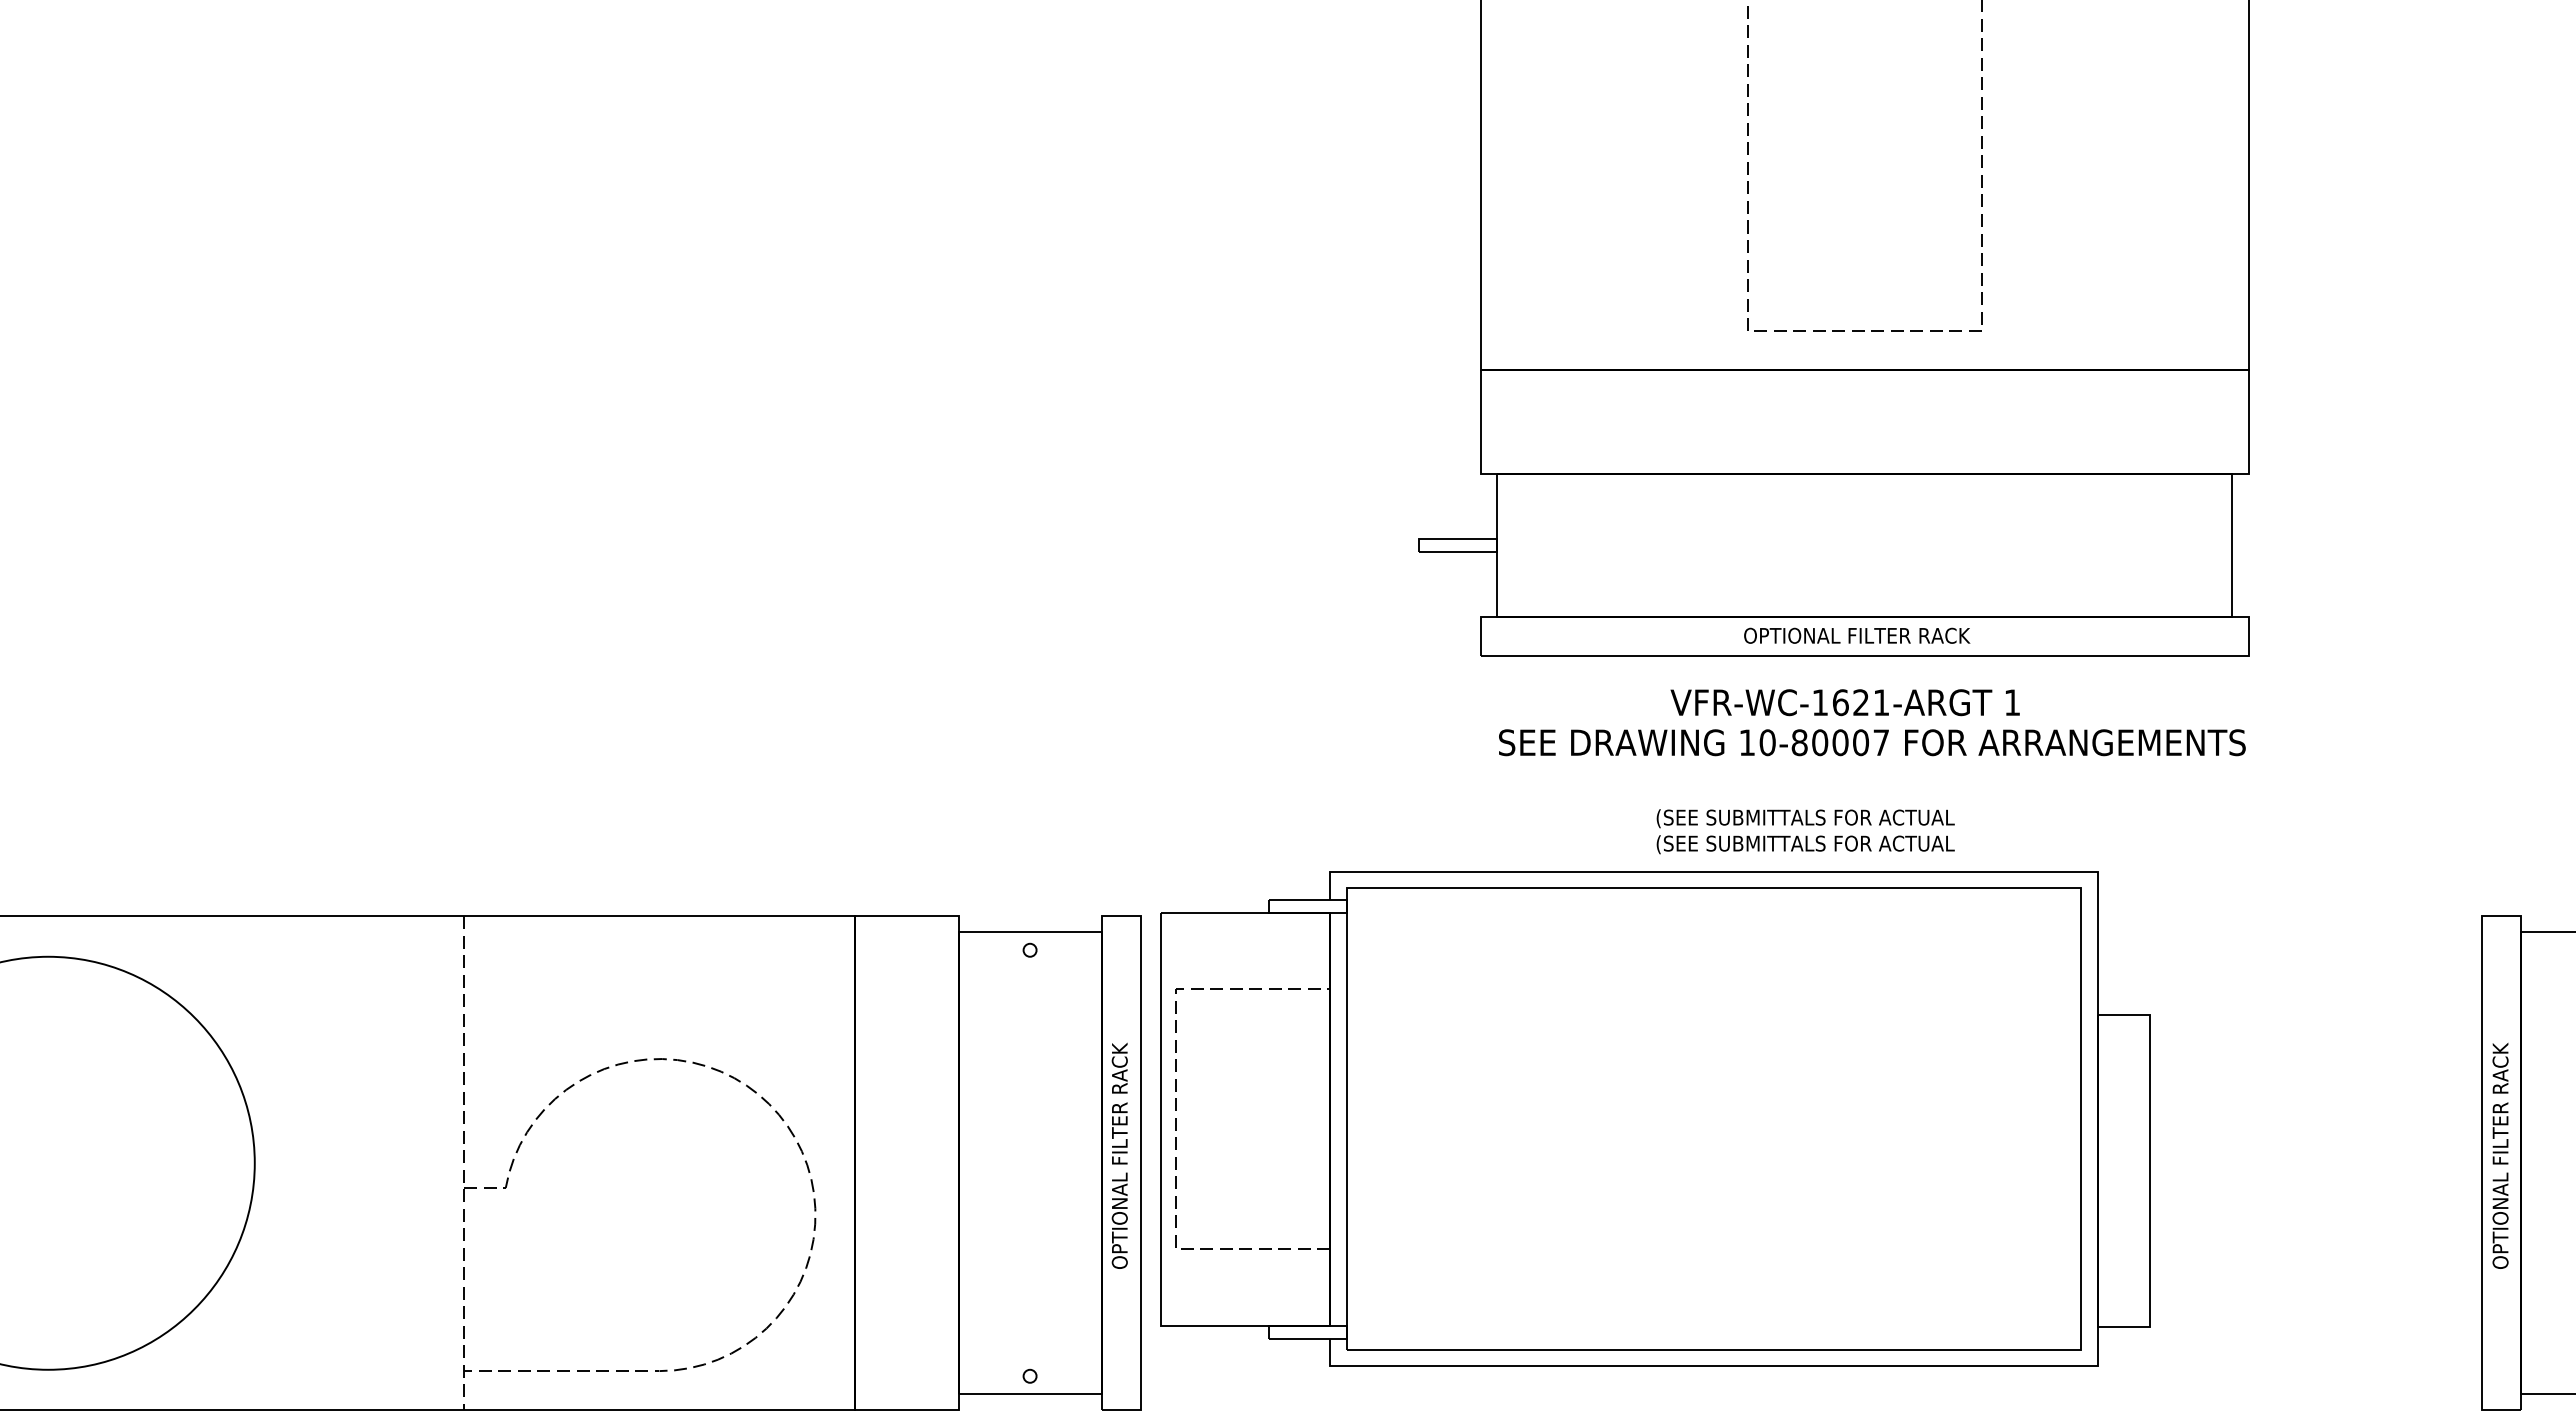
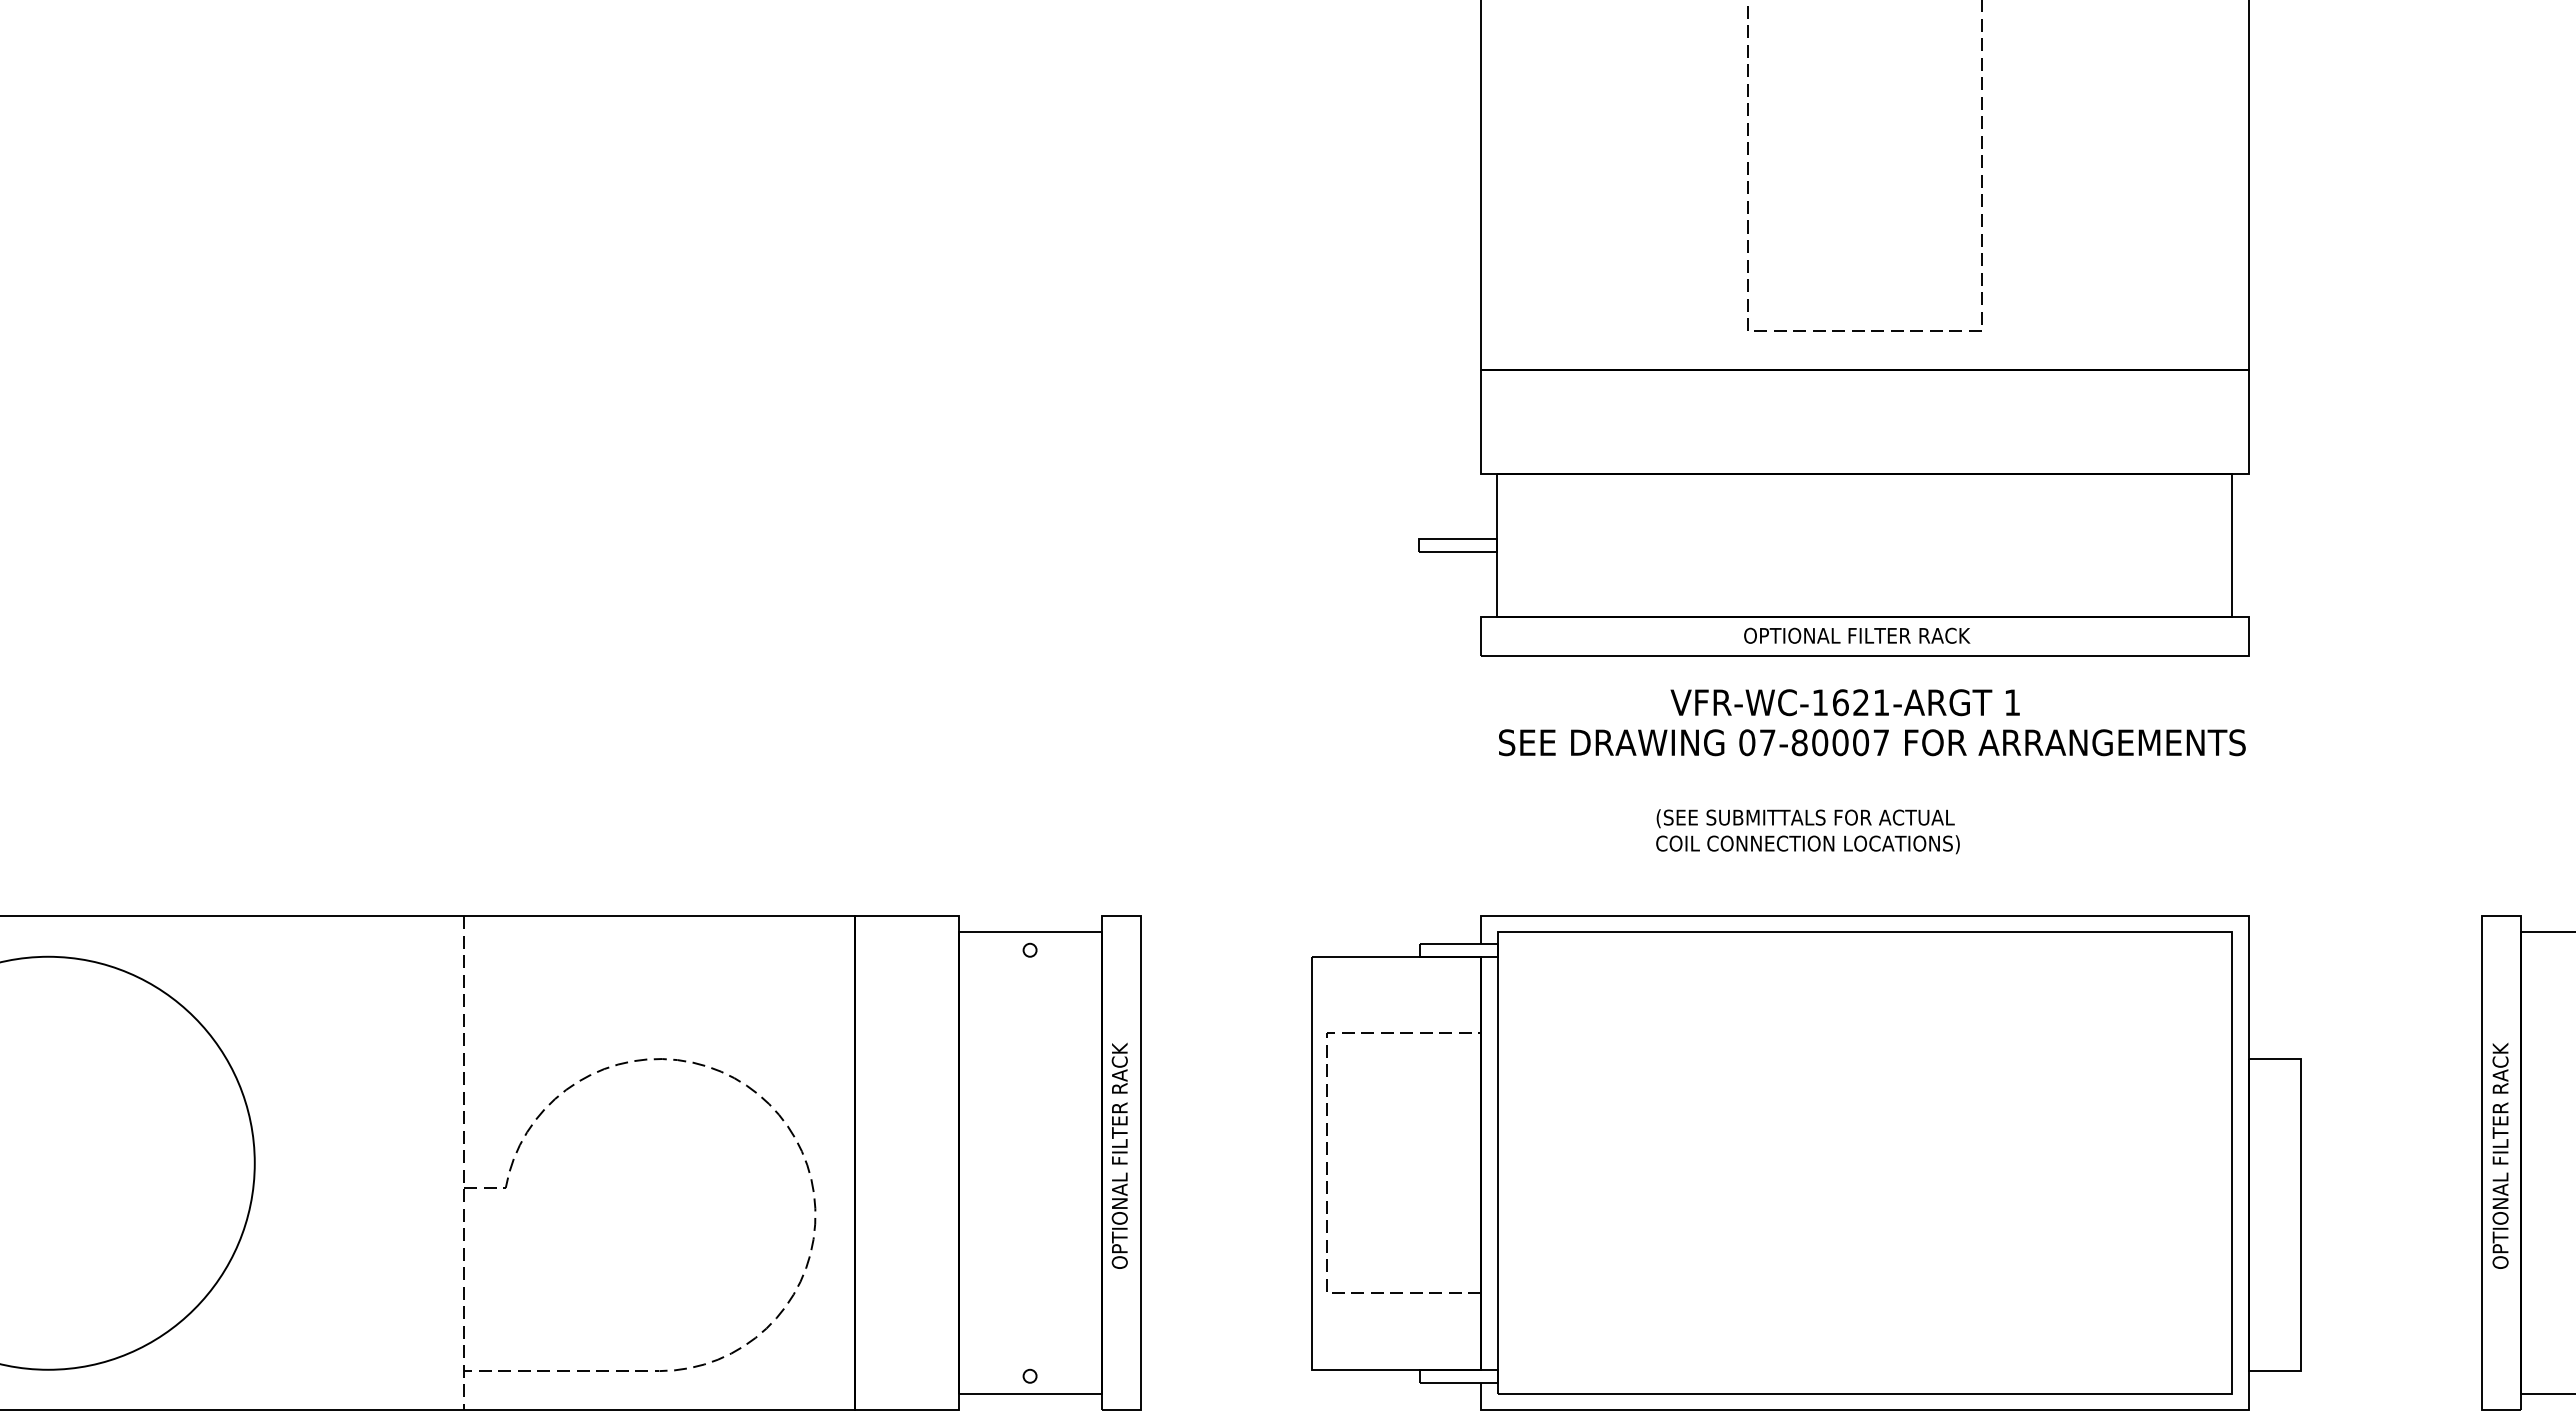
text at (1757, 742): 10-80007 -> 07-80007
text at (1807, 844): (SEE SUBMITTALS FOR ACTUAL -> COIL CONNECTION LOCATIONS)
part at (1655, 1118) position: (1655, 1118) -> (1806, 1162)
